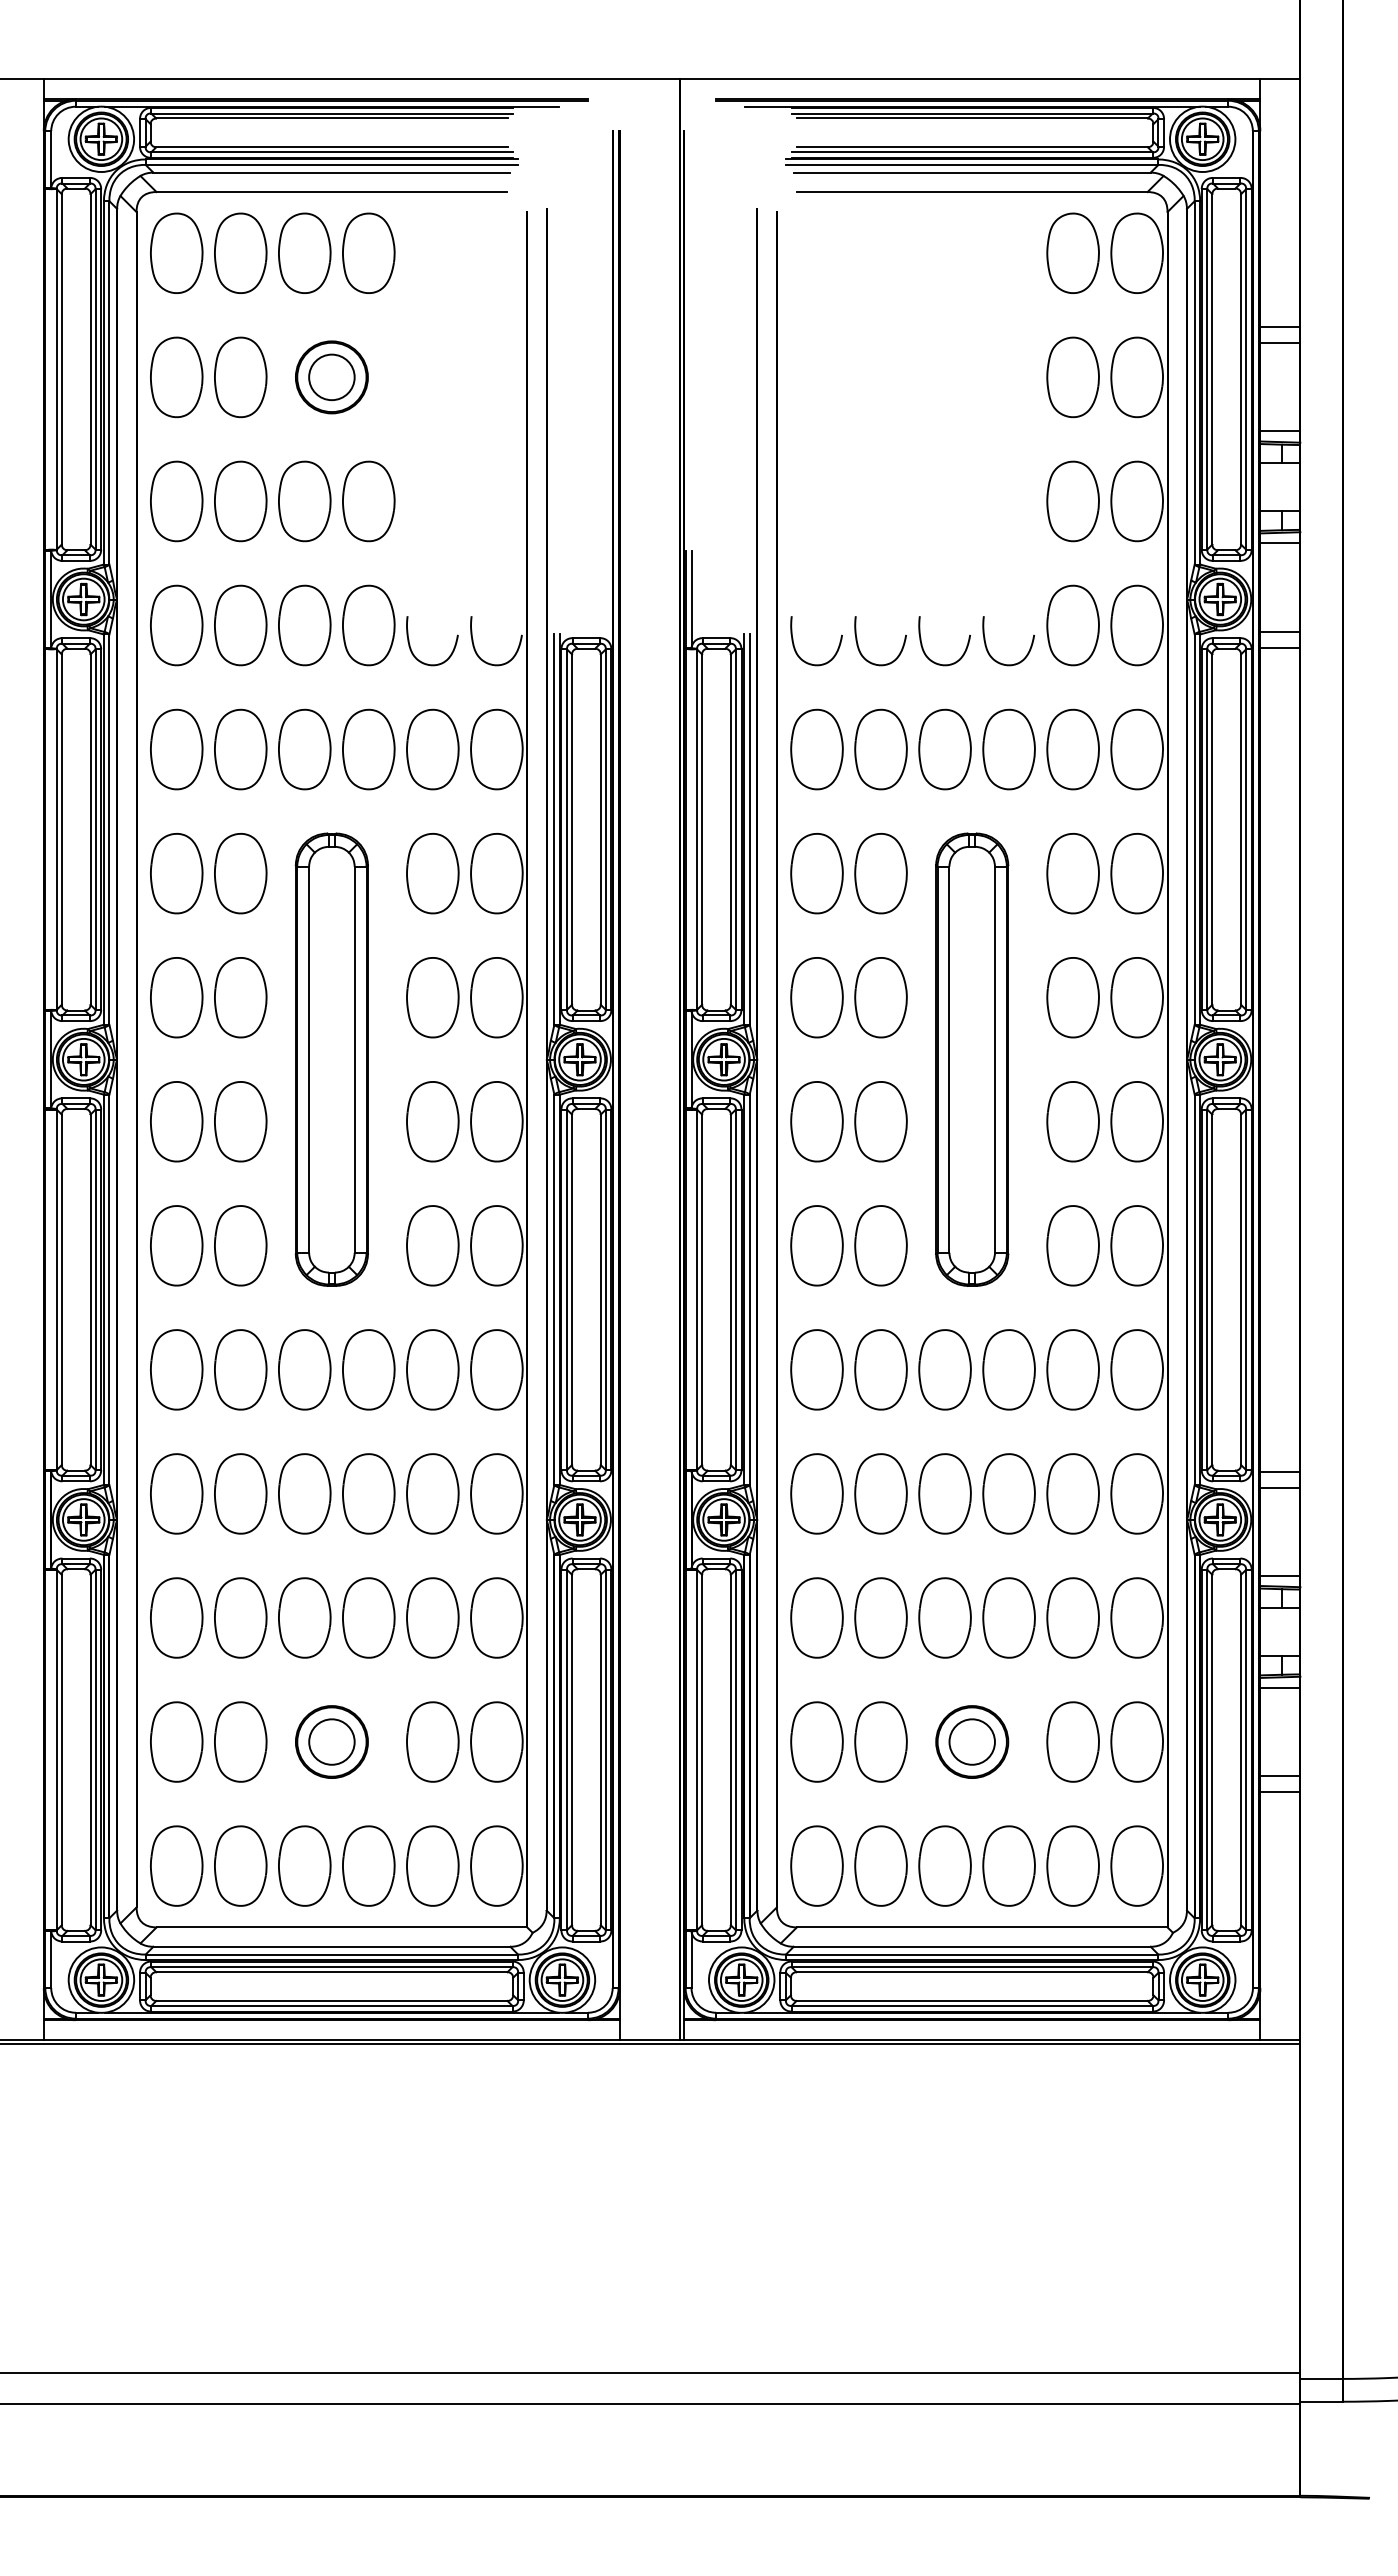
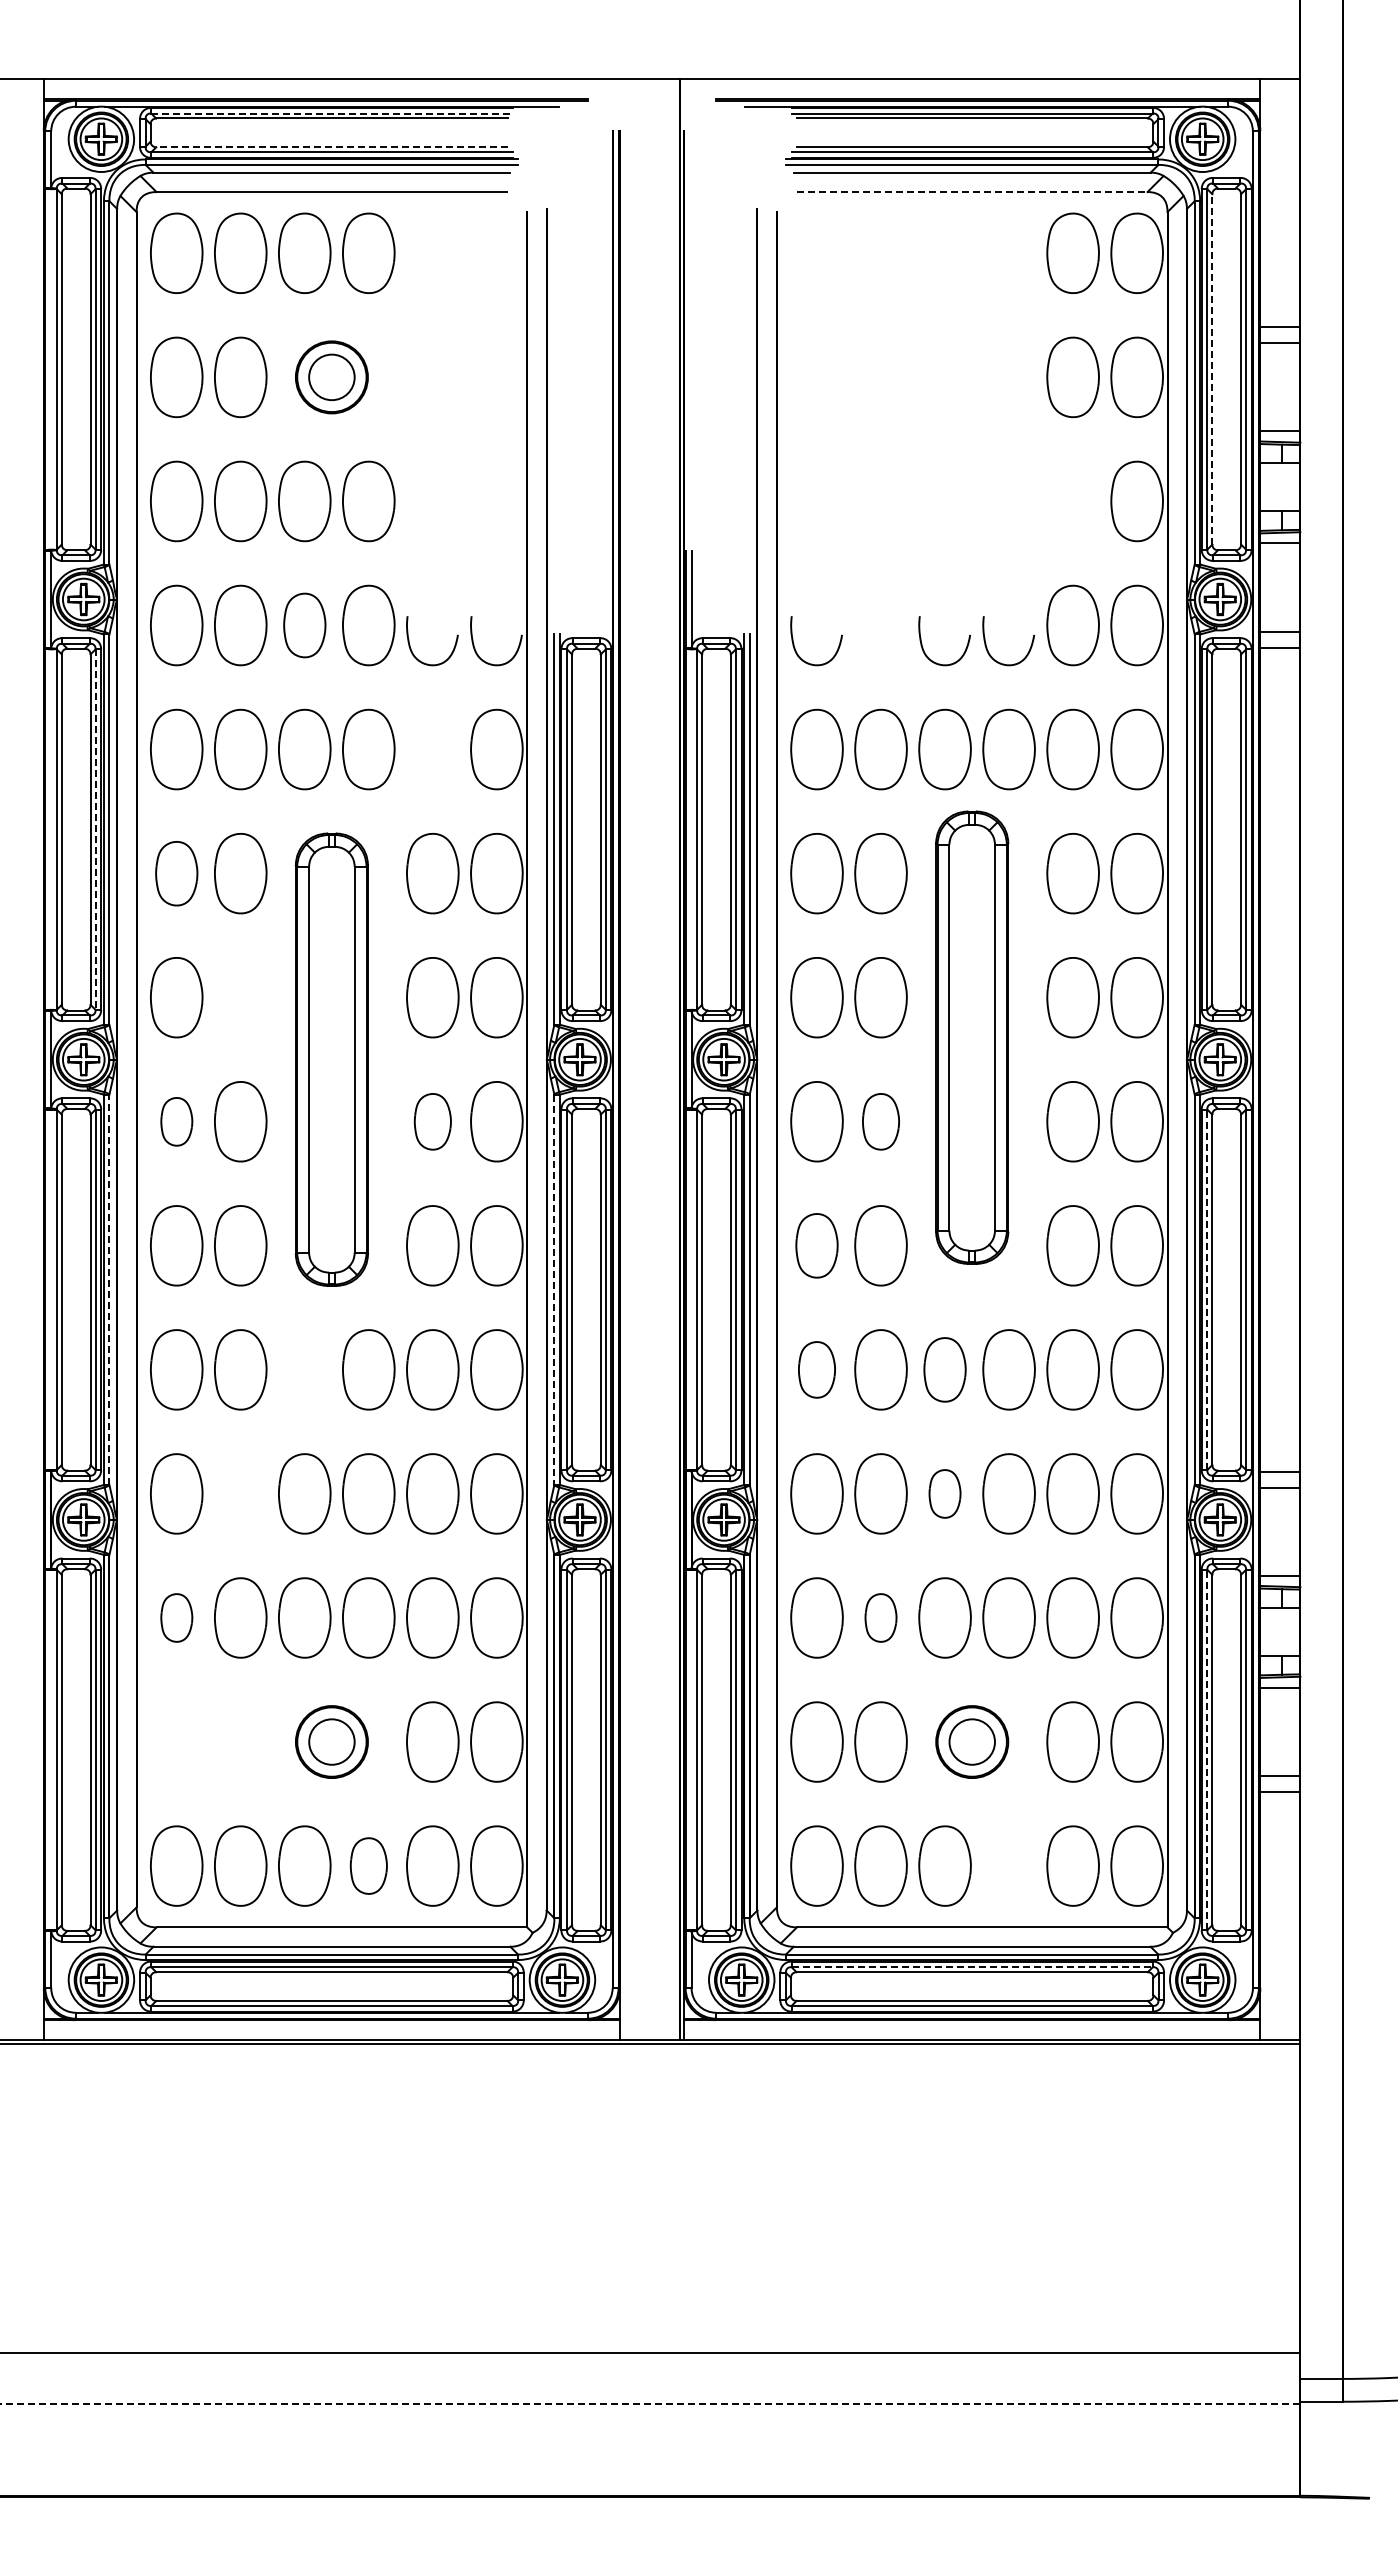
line at (331, 113): solid -> dashed
line at (331, 147): solid -> dashed
line at (972, 192): solid -> dashed
line at (1212, 368): solid -> dashed
part at (1072, 501): present -> none
part at (304, 625) size: 54x83 px -> 44x67 px
curve at (859, 647): present -> none
part at (432, 749): present -> none
line at (95, 830): solid -> dashed
part at (176, 873) size: 54x82 px -> 44x66 px
part at (240, 997): present -> none
part at (972, 1059) position: (972, 1059) -> (972, 1037)
part at (176, 1121) size: 54x82 px -> 34x50 px
part at (432, 1121) size: 54x82 px -> 39x58 px
part at (880, 1121) size: 54x82 px -> 38x58 px
part at (816, 1245) size: 54x82 px -> 44x66 px
line at (109, 1289): solid -> dashed
line at (1207, 1289): solid -> dashed
line at (554, 1290): solid -> dashed
part at (304, 1369): present -> none
part at (816, 1369) size: 54x82 px -> 38x58 px
part at (944, 1369) size: 54x82 px -> 44x66 px
part at (240, 1493): present -> none
part at (944, 1493) size: 54x82 px -> 34x50 px
part at (176, 1617) size: 54x82 px -> 34x50 px
part at (880, 1617) size: 54x82 px -> 34x50 px
part at (176, 1741): present -> none
part at (240, 1741): present -> none
line at (1207, 1749): solid -> dashed
part at (368, 1865) size: 54x82 px -> 39x58 px
part at (1008, 1865): present -> none
line at (972, 1967): solid -> dashed
line at (651, 2373) position: (651, 2373) -> (651, 2353)
line at (650, 2403): solid -> dashed
